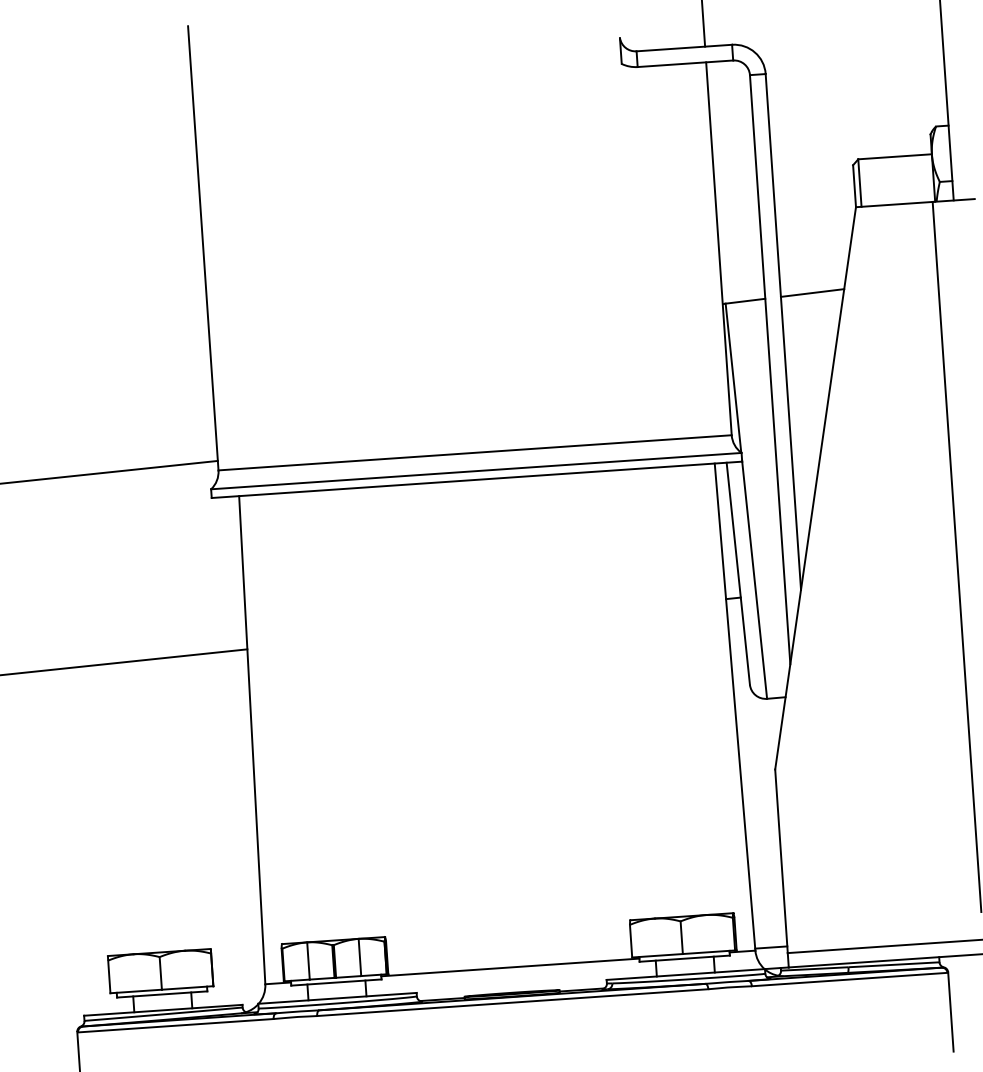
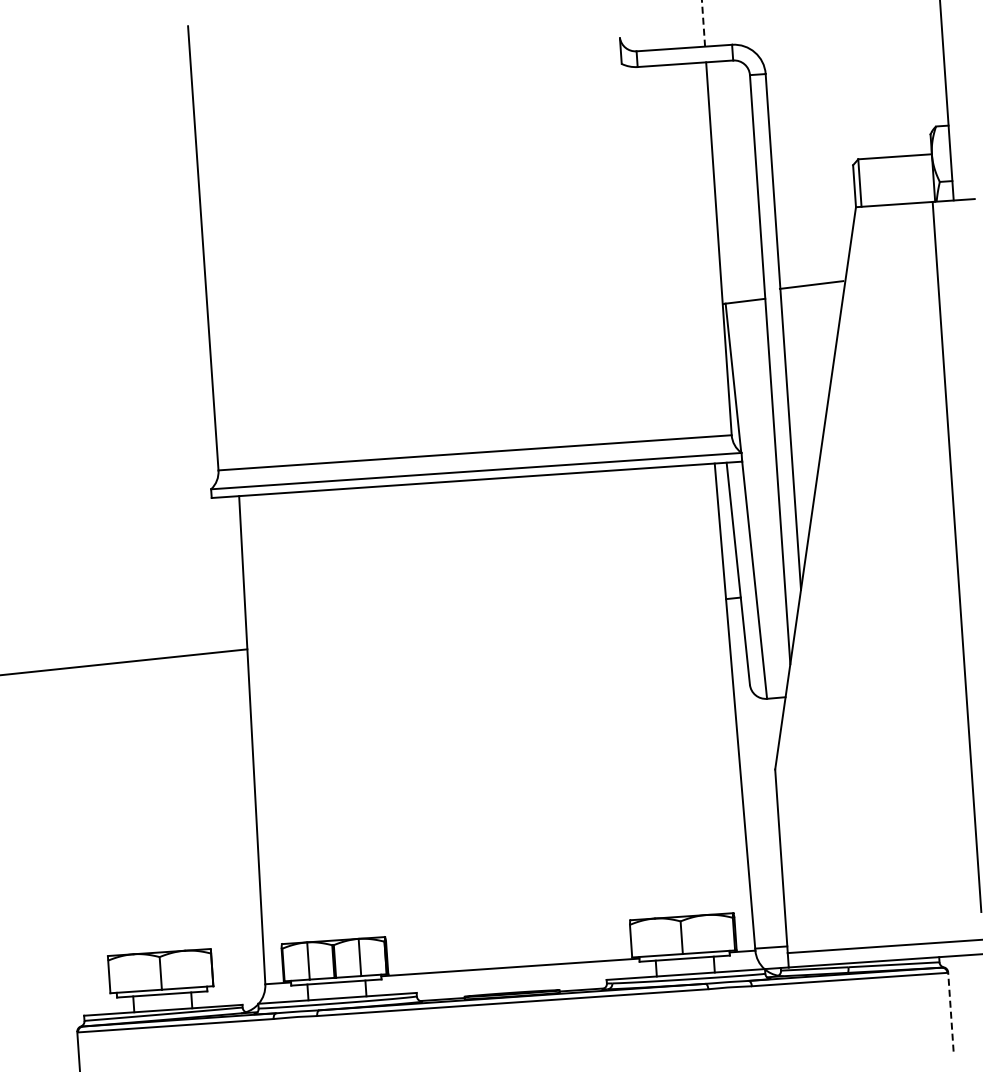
line at (703, 22): solid -> dashed
line at (812, 292) position: (812, 292) -> (811, 284)
line at (109, 471): present -> none
line at (950, 1012): solid -> dashed
